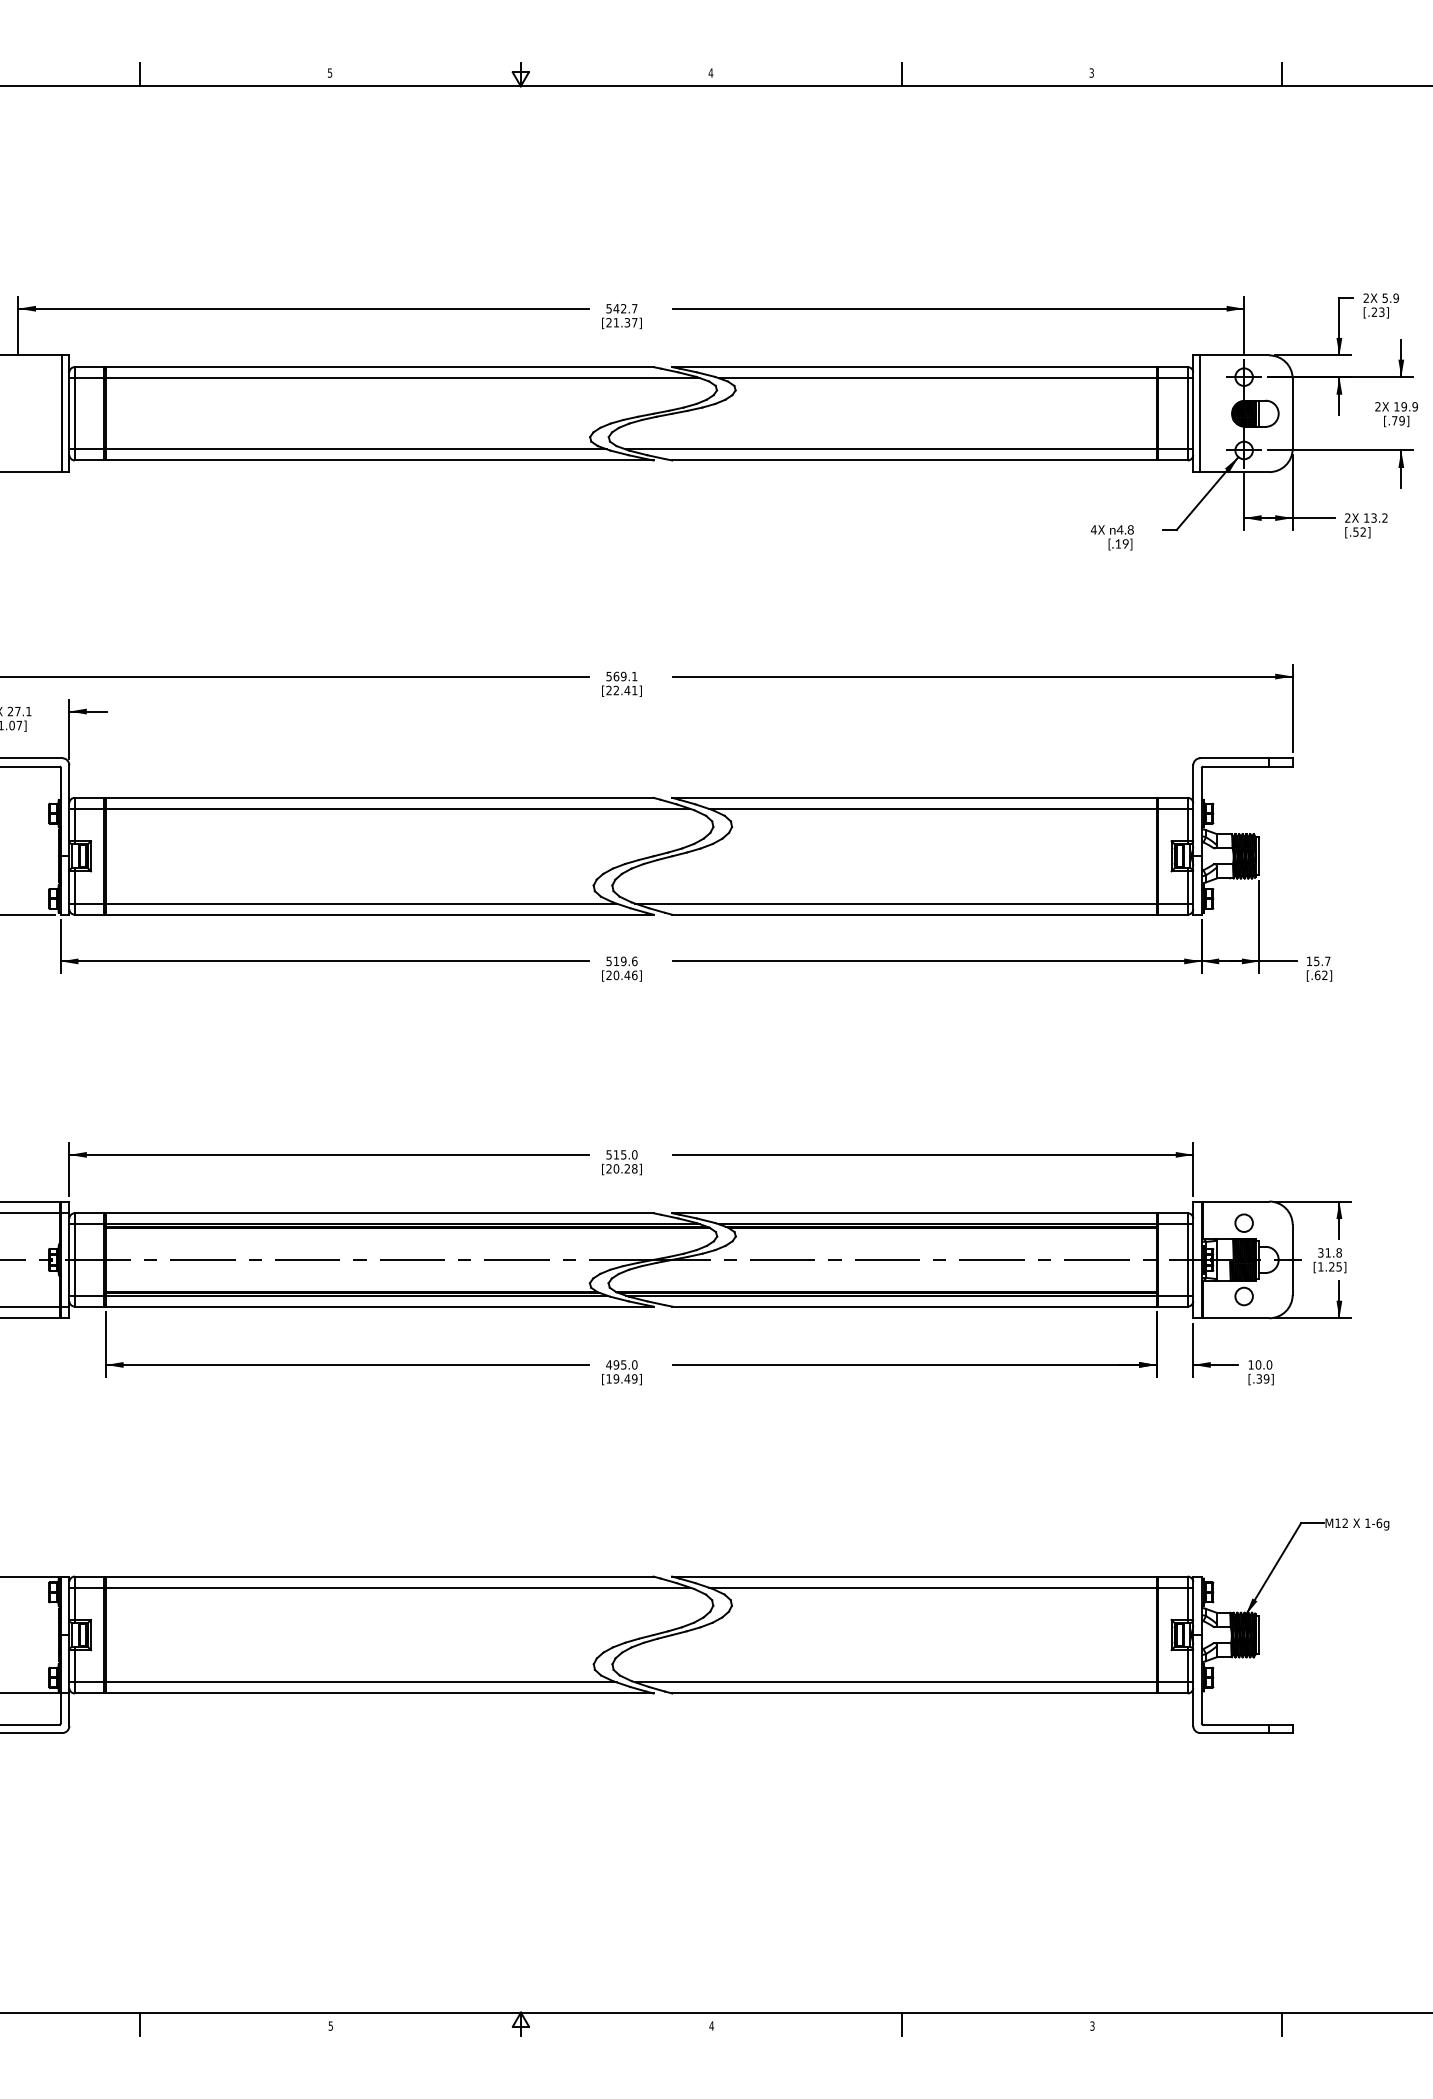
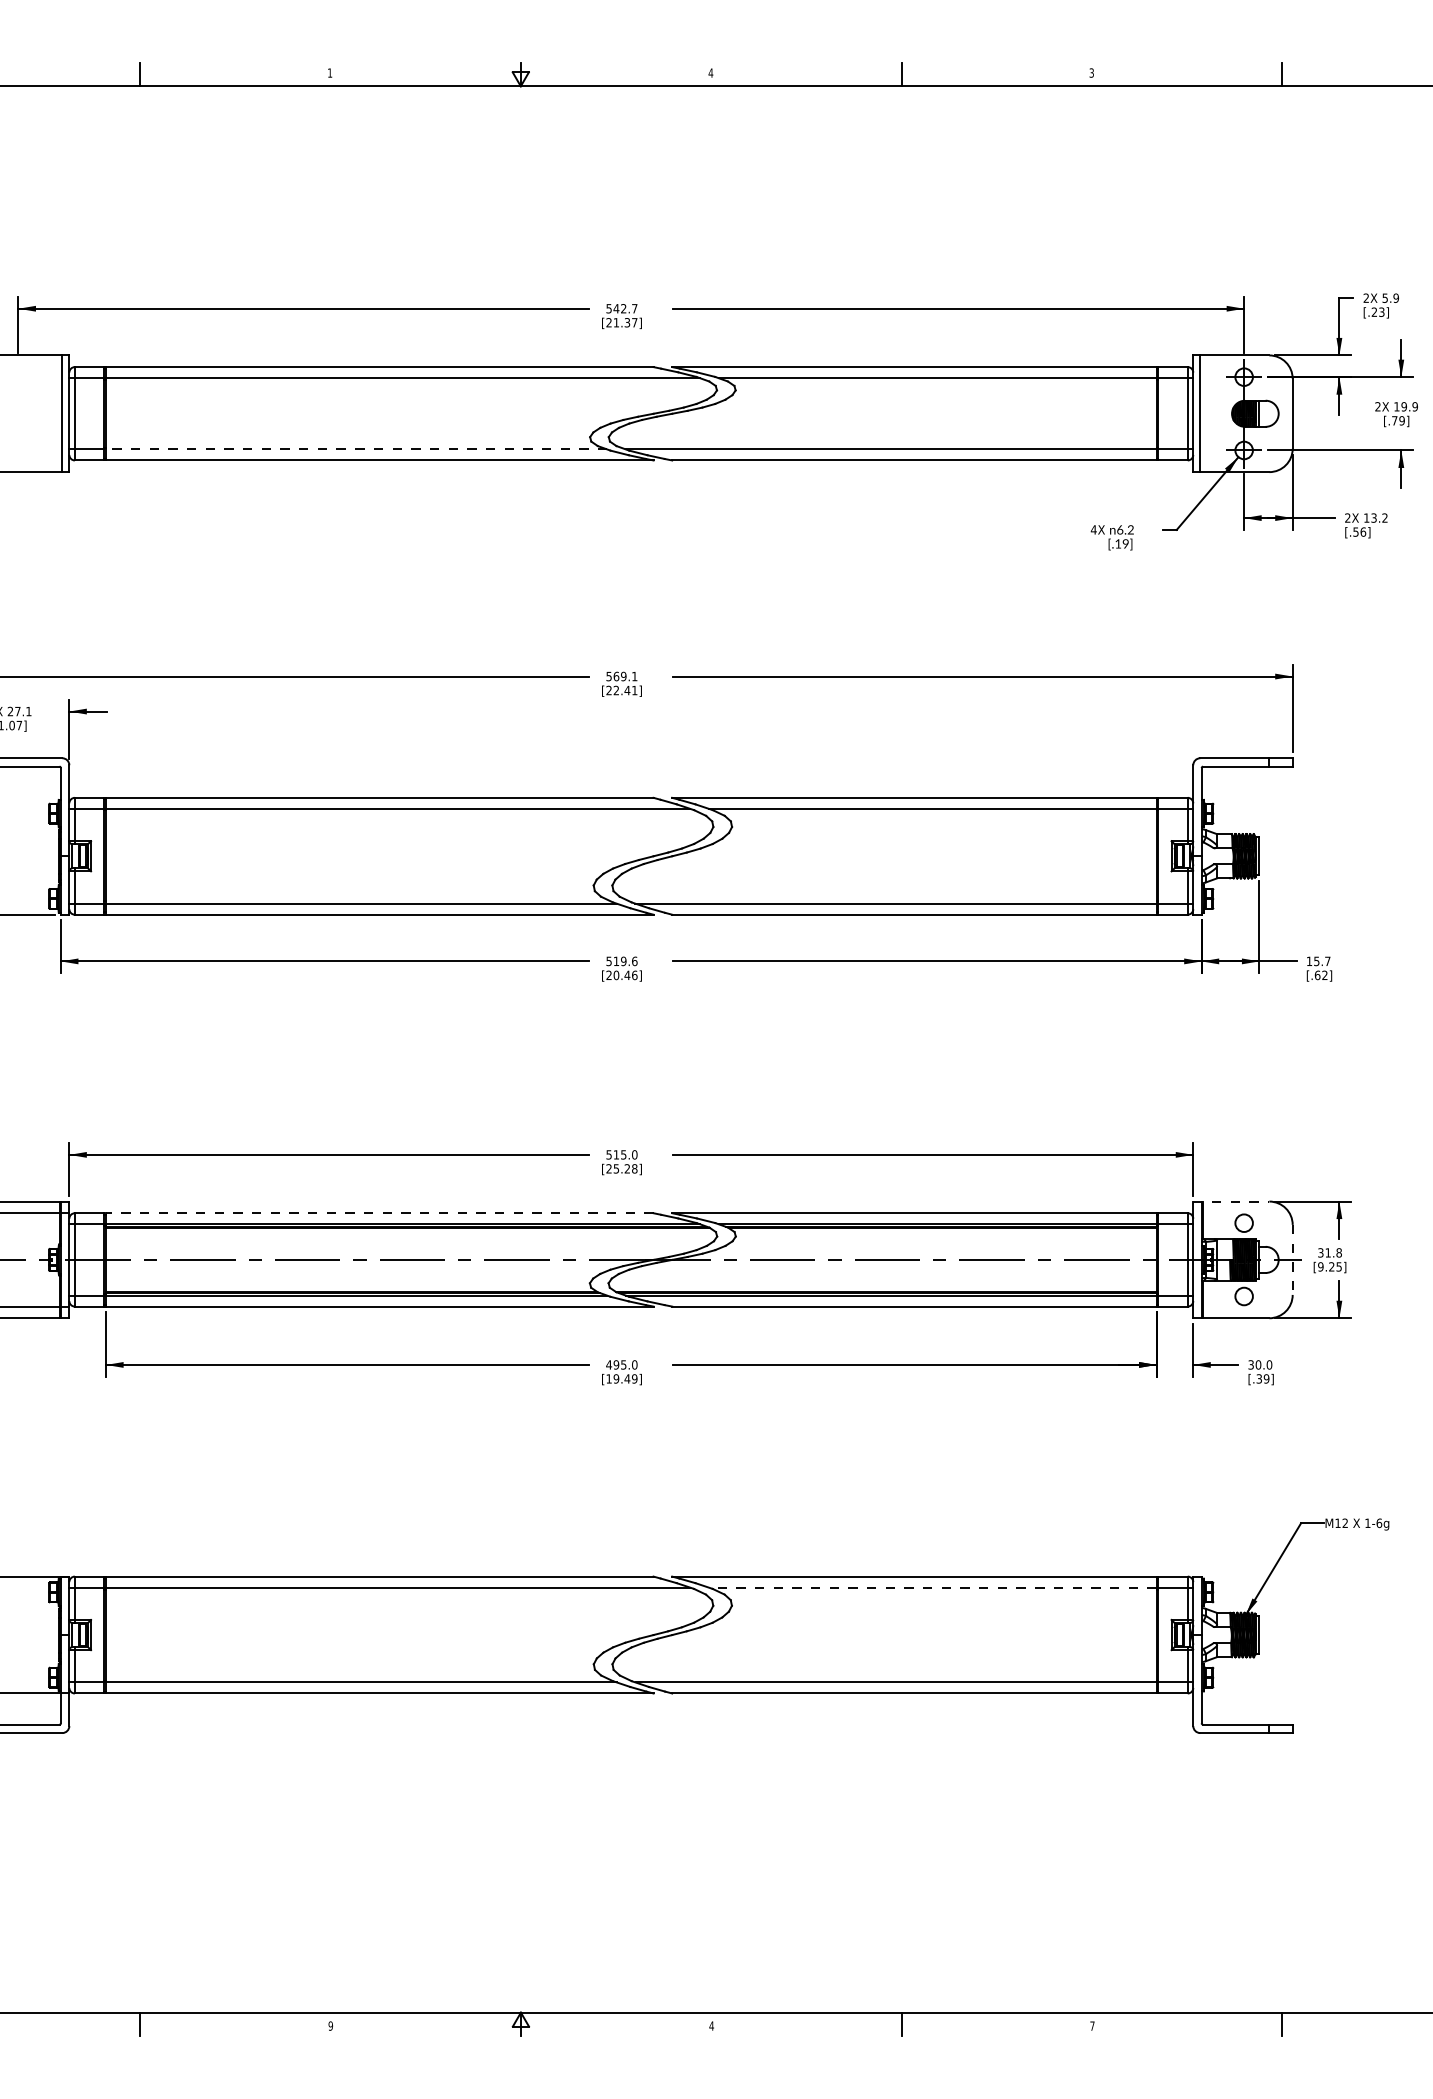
text at (330, 72): 5 -> 1
line at (356, 449): solid -> dashed
text at (1124, 529): 4.8 -> 6.2
text at (1363, 531): [.52] -> [.56]
text at (616, 1168): [20.28] -> [25.28]
line at (1231, 1201): solid -> dashed
line at (379, 1213): solid -> dashed
line at (1292, 1260): solid -> dashed
text at (1320, 1266): [1.25] -> [9.25]
text at (1250, 1364): 10.0 -> 30.0
line at (932, 1587): solid -> dashed
text at (330, 2025): 5 -> 9
text at (1092, 2025): 3 -> 7
